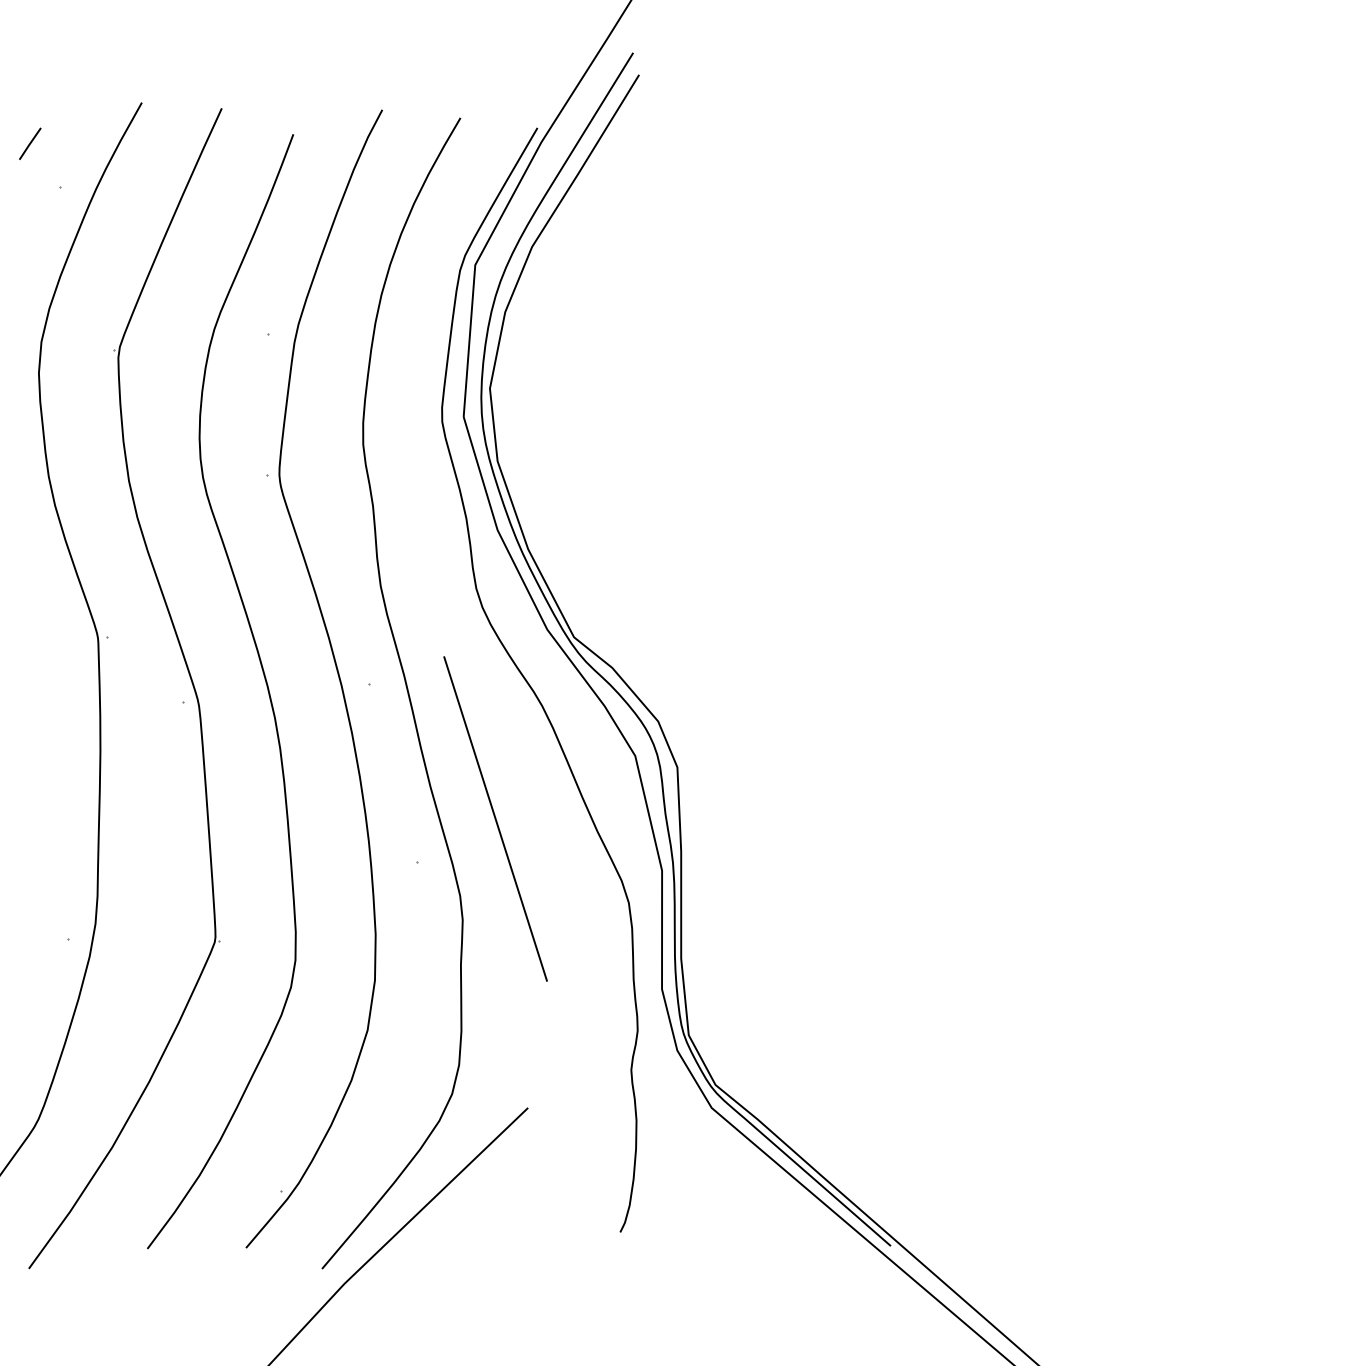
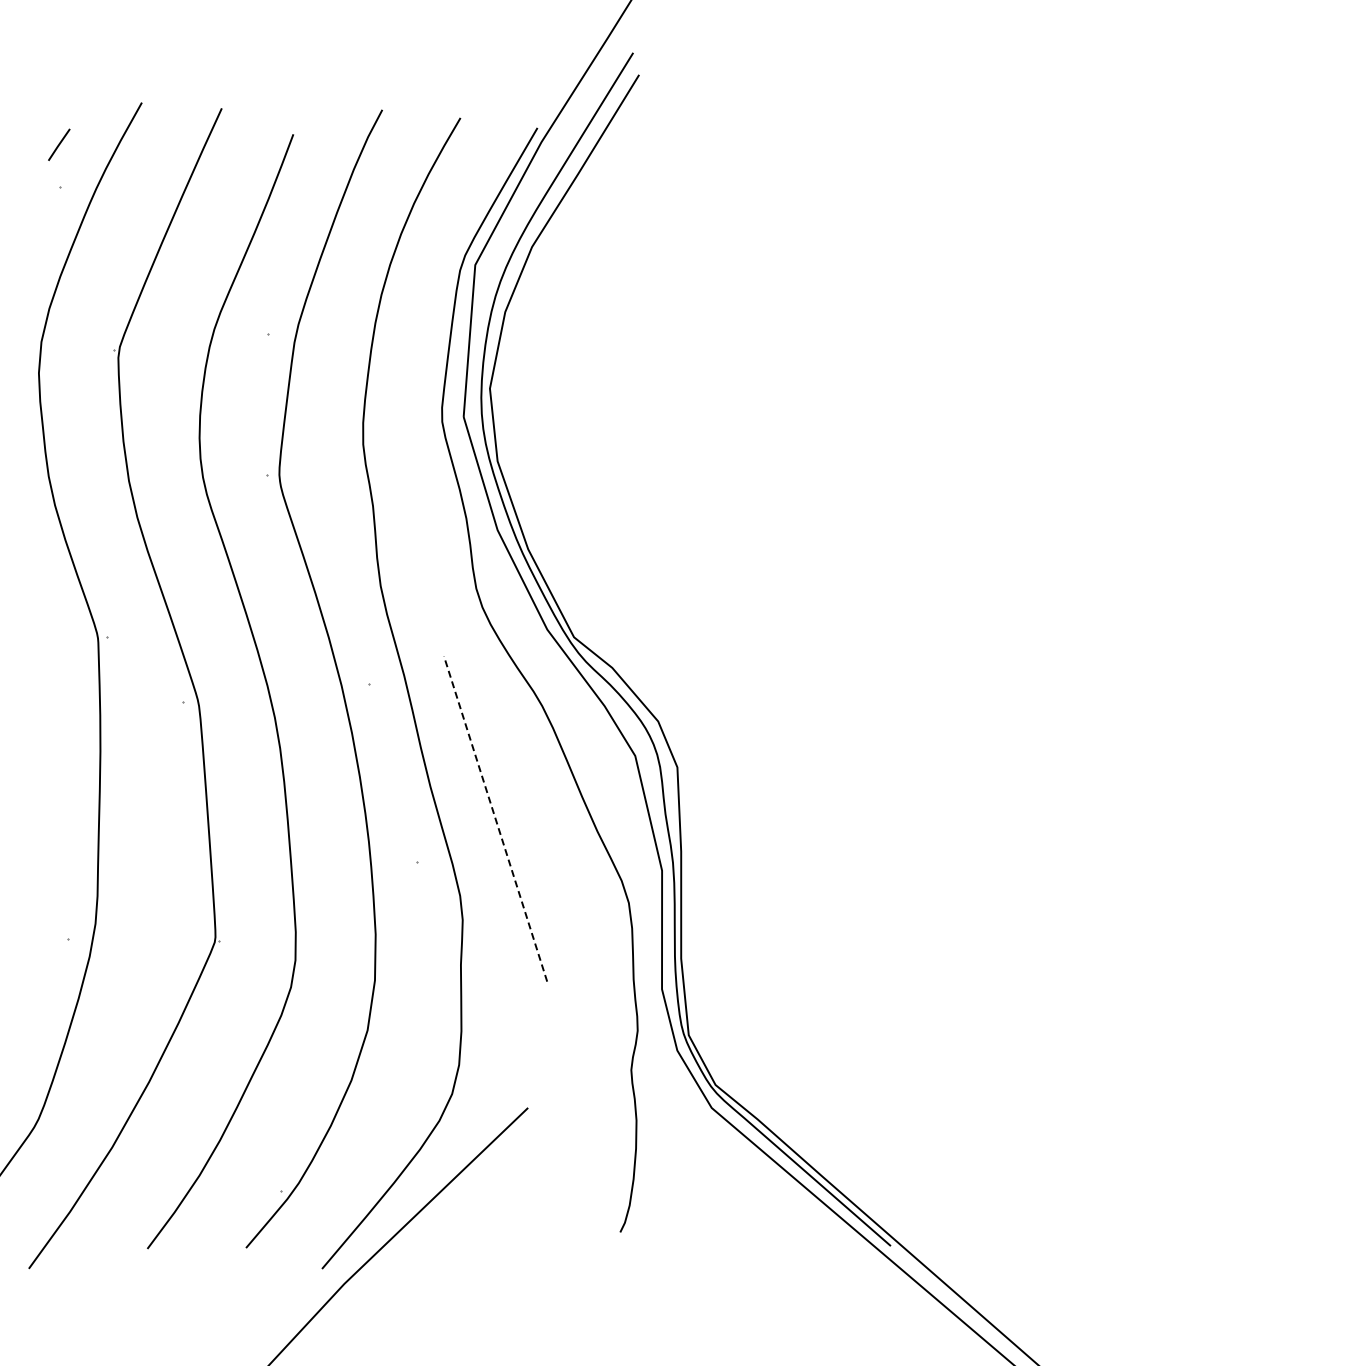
line at (30, 143) position: (30, 143) -> (59, 144)
line at (495, 819): solid -> dashed
